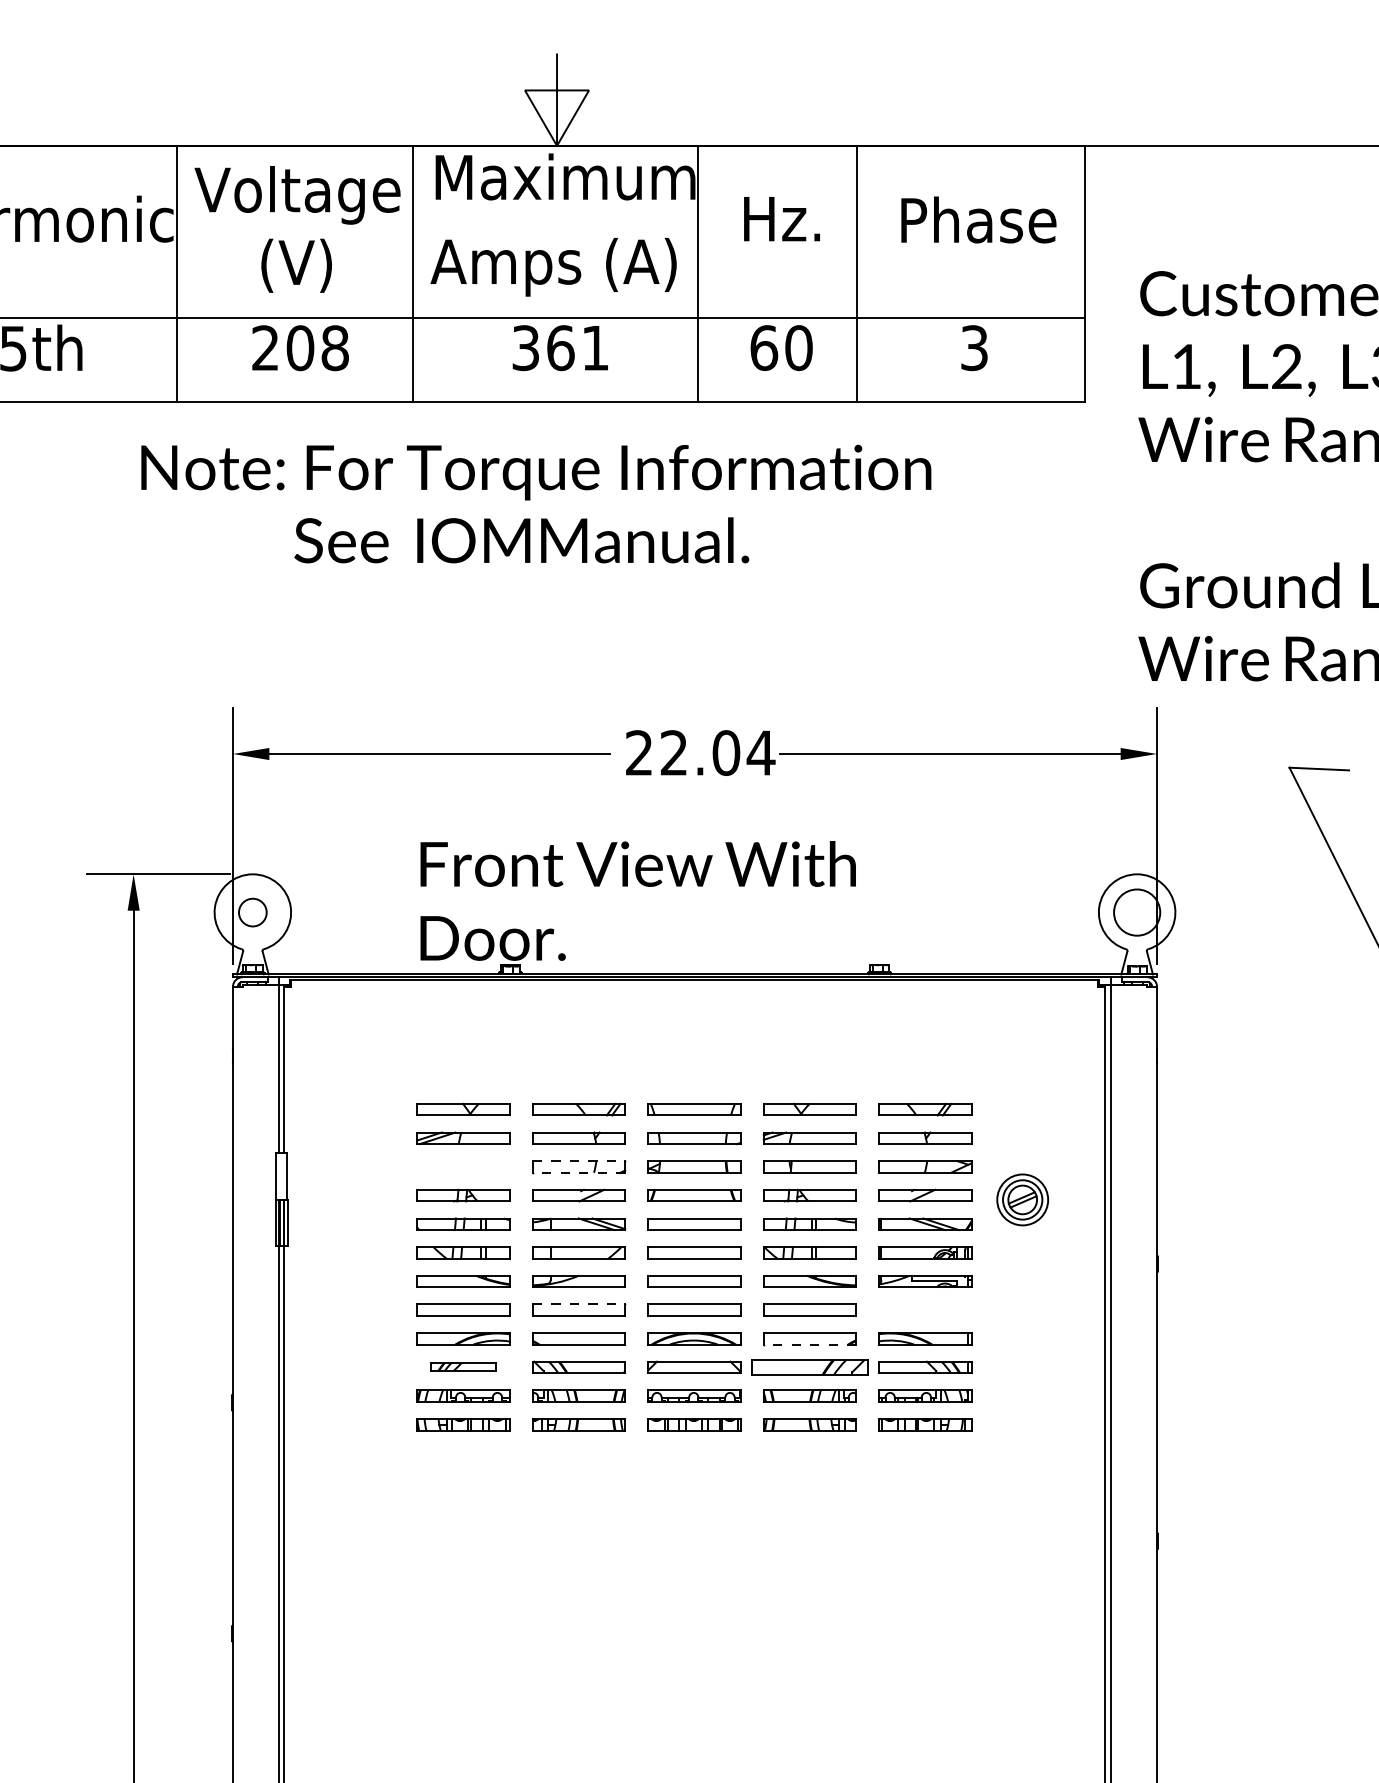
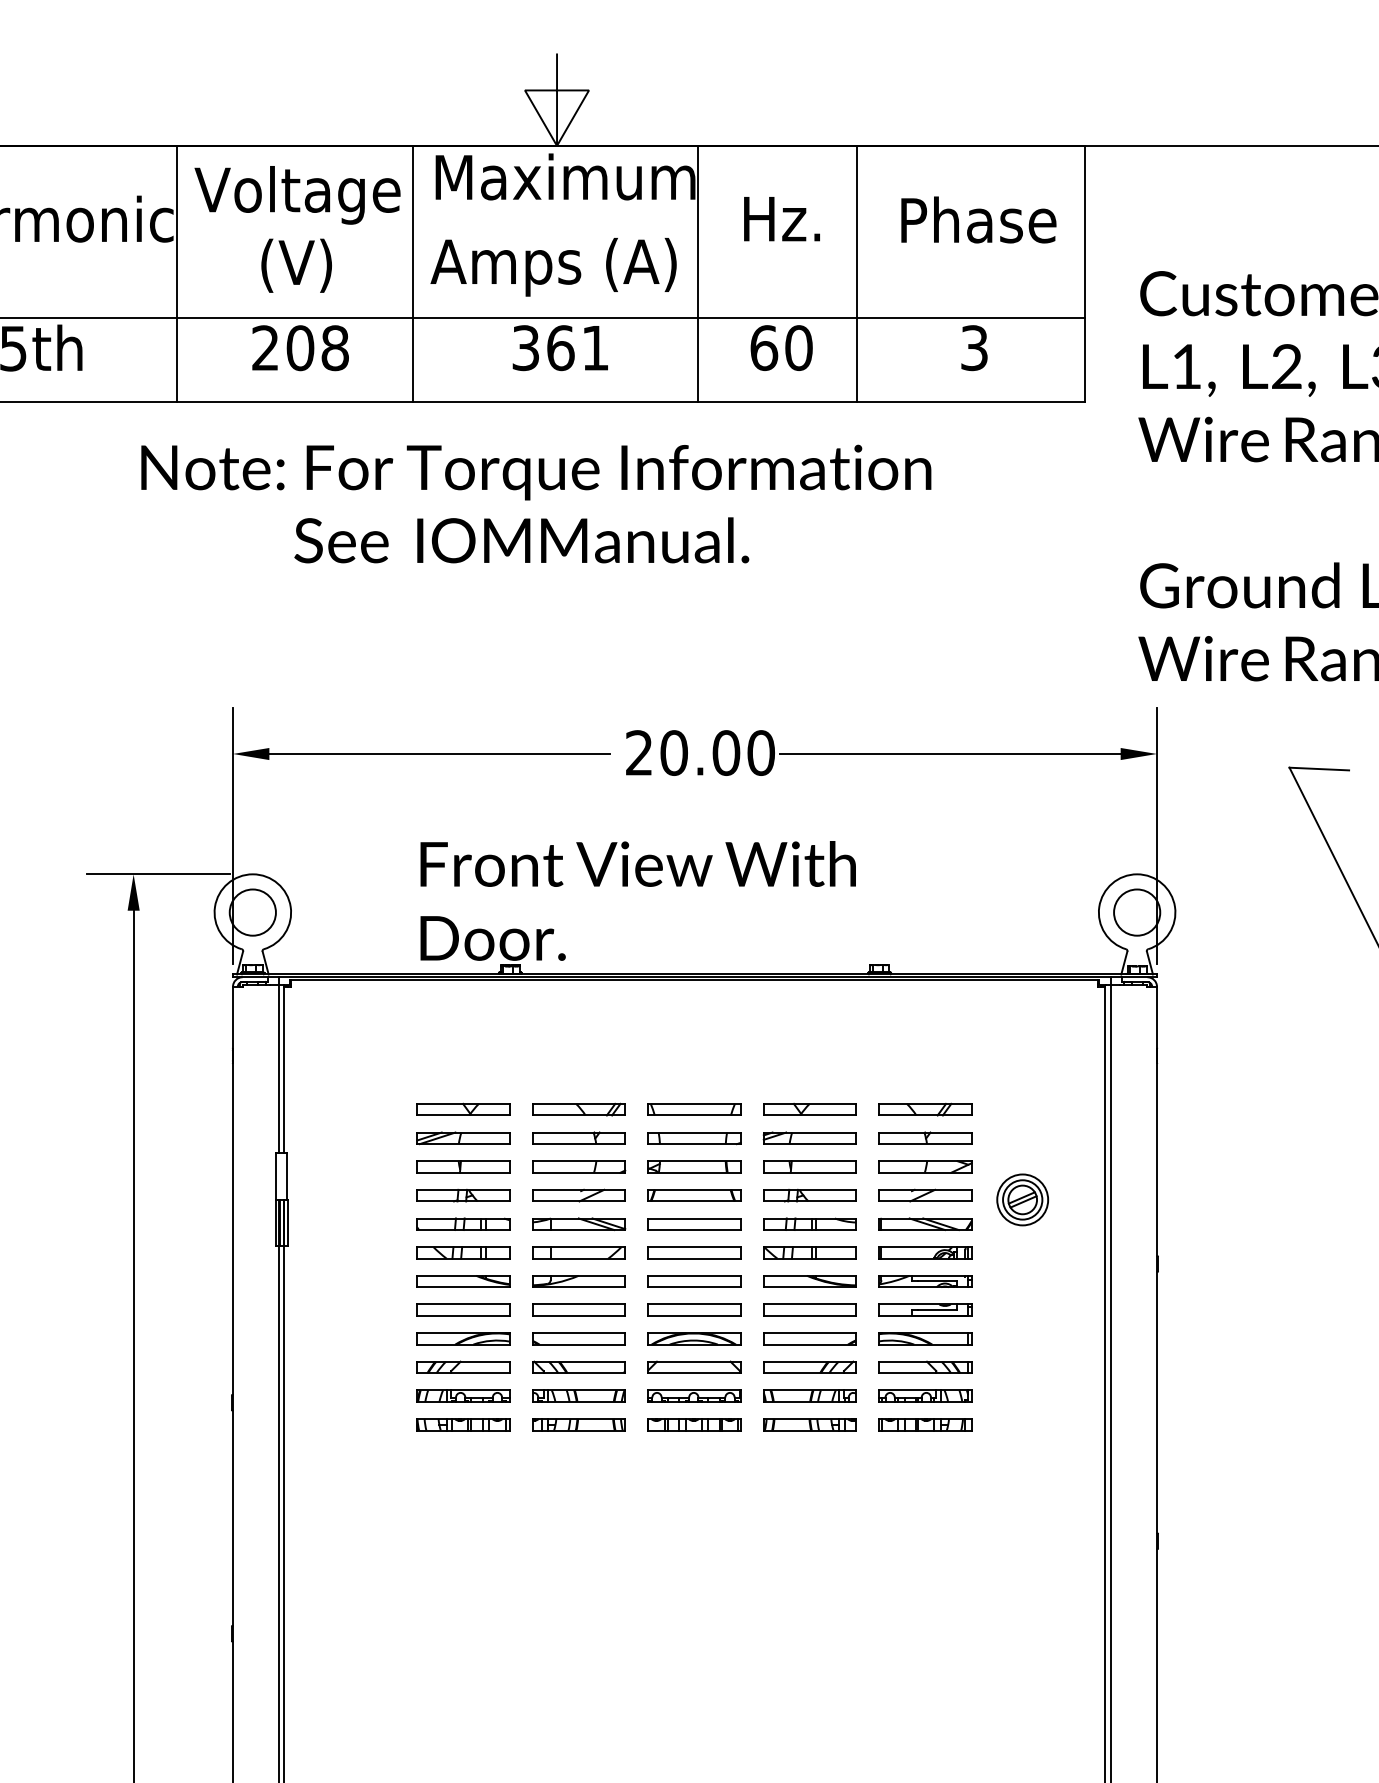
text at (717, 752): 22.04 -> 20.00
circle at (252, 912) diameter: 28 px -> 46 px
line at (579, 1161): dashed -> solid
part at (463, 1166): none -> present
line at (578, 1172): dashed -> solid
line at (579, 1304): dashed -> solid
part at (925, 1309): none -> present
line at (809, 1344): dashed -> solid
part at (463, 1366) size: 67x10 px -> 95x14 px
part at (809, 1367) size: 118x17 px -> 94x14 px
